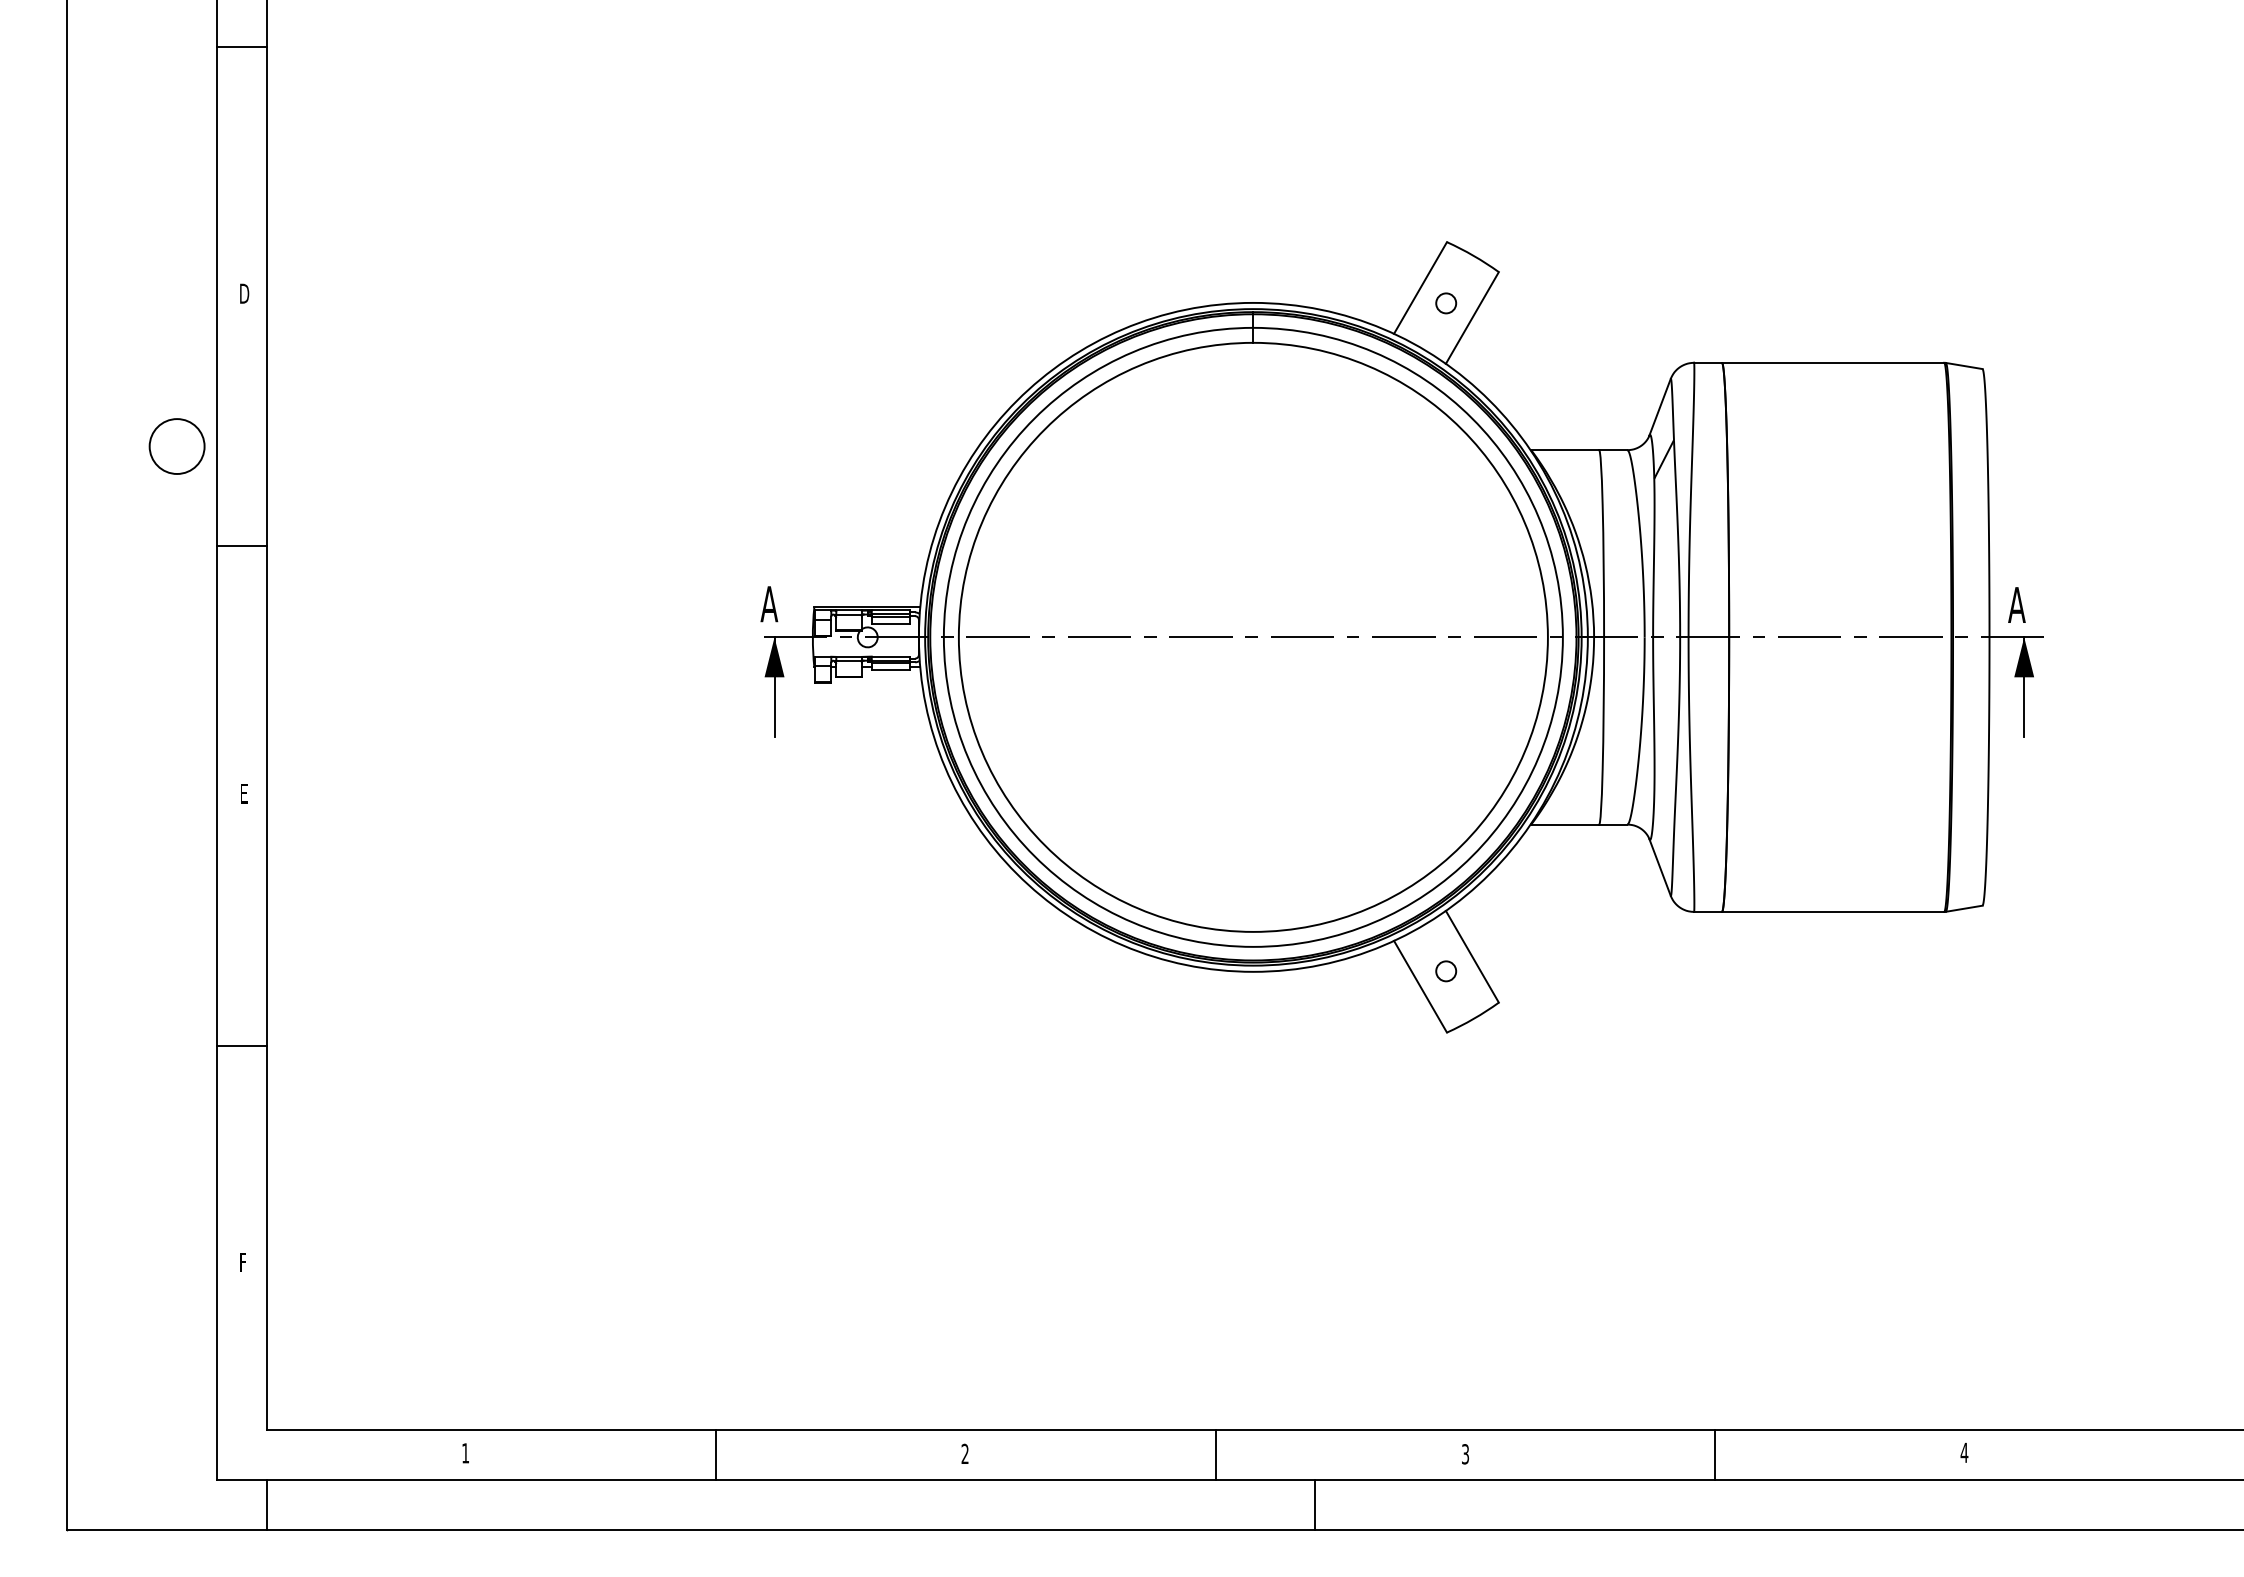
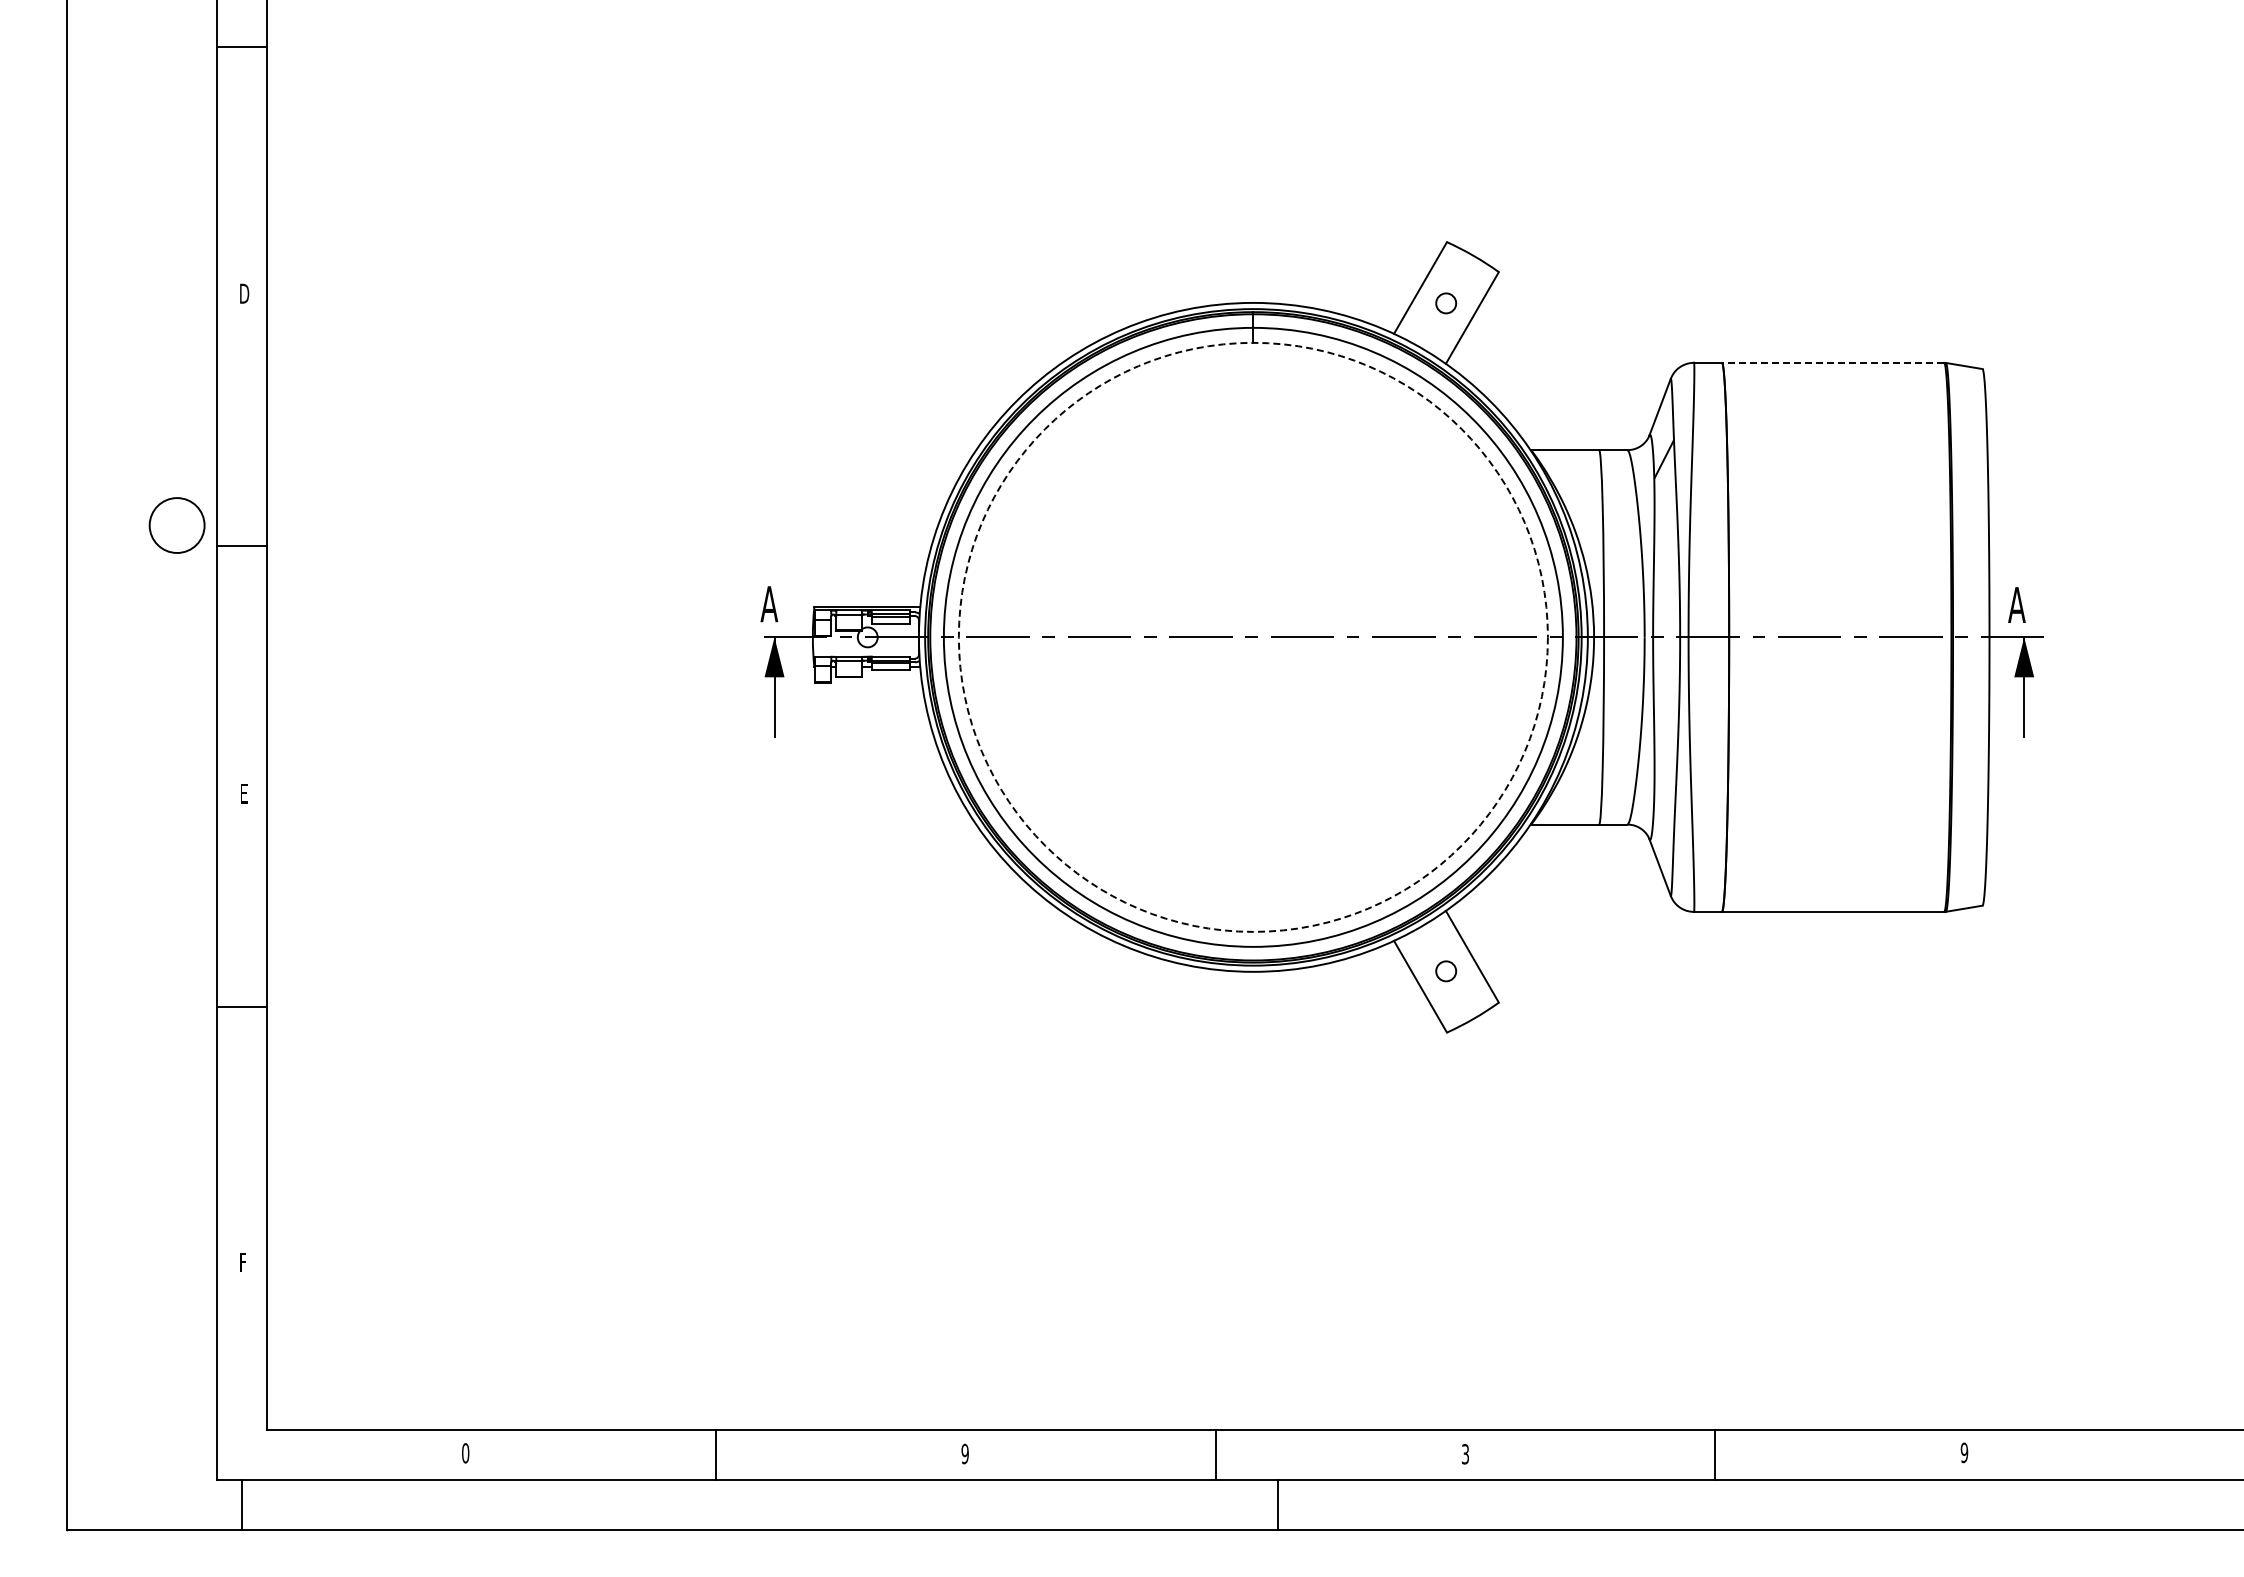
line at (1832, 362): solid -> dashed
circle at (176, 446) position: (176, 446) -> (176, 525)
circle at (1252, 636): solid -> dashed
line at (242, 1045) position: (242, 1045) -> (242, 1006)
text at (1964, 1452): 4 -> 9
text at (465, 1453): 1 -> 0
text at (964, 1454): 2 -> 9
line at (267, 1504) position: (267, 1504) -> (242, 1504)
line at (1315, 1504) position: (1315, 1504) -> (1278, 1504)
